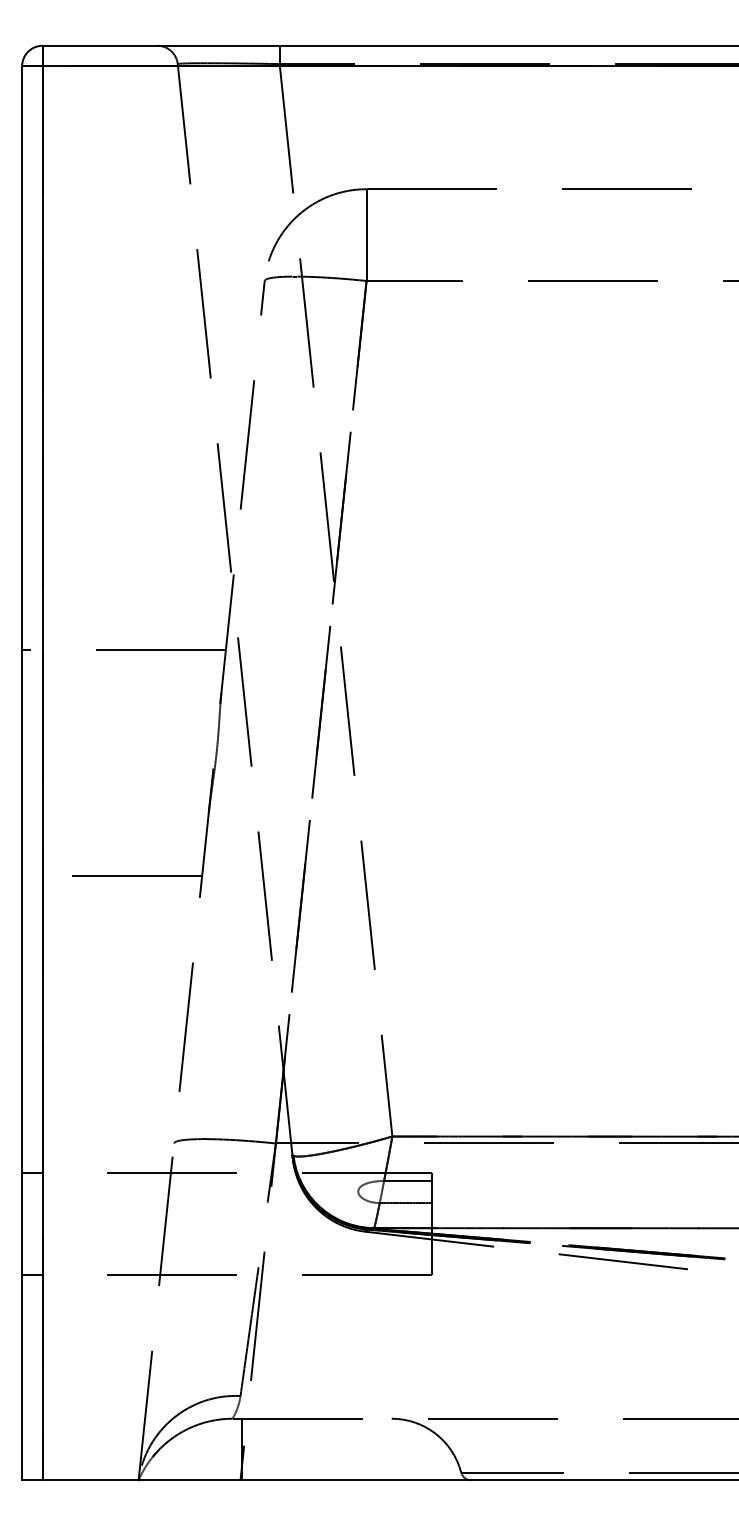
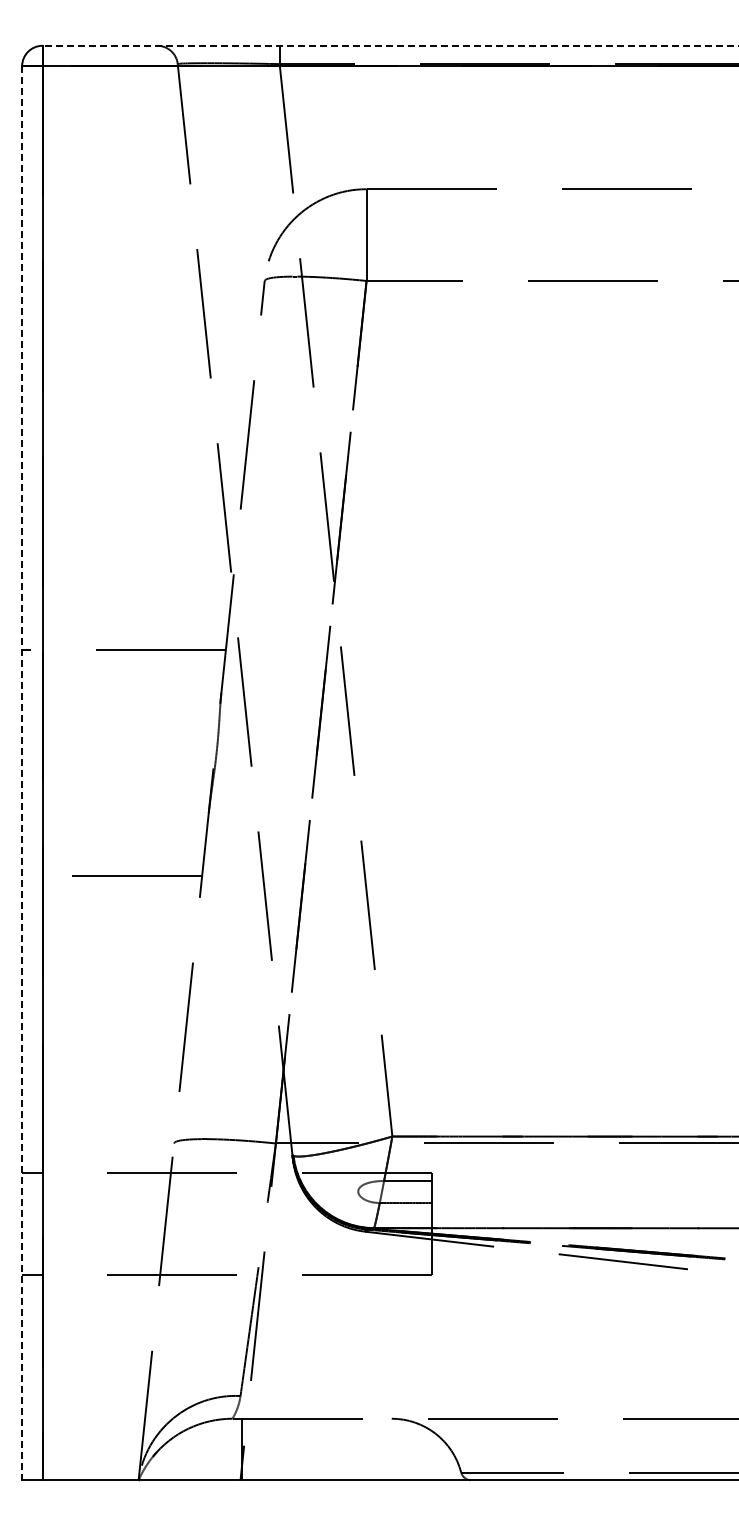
line at (390, 45): solid -> dashed
line at (22, 773): solid -> dashed
